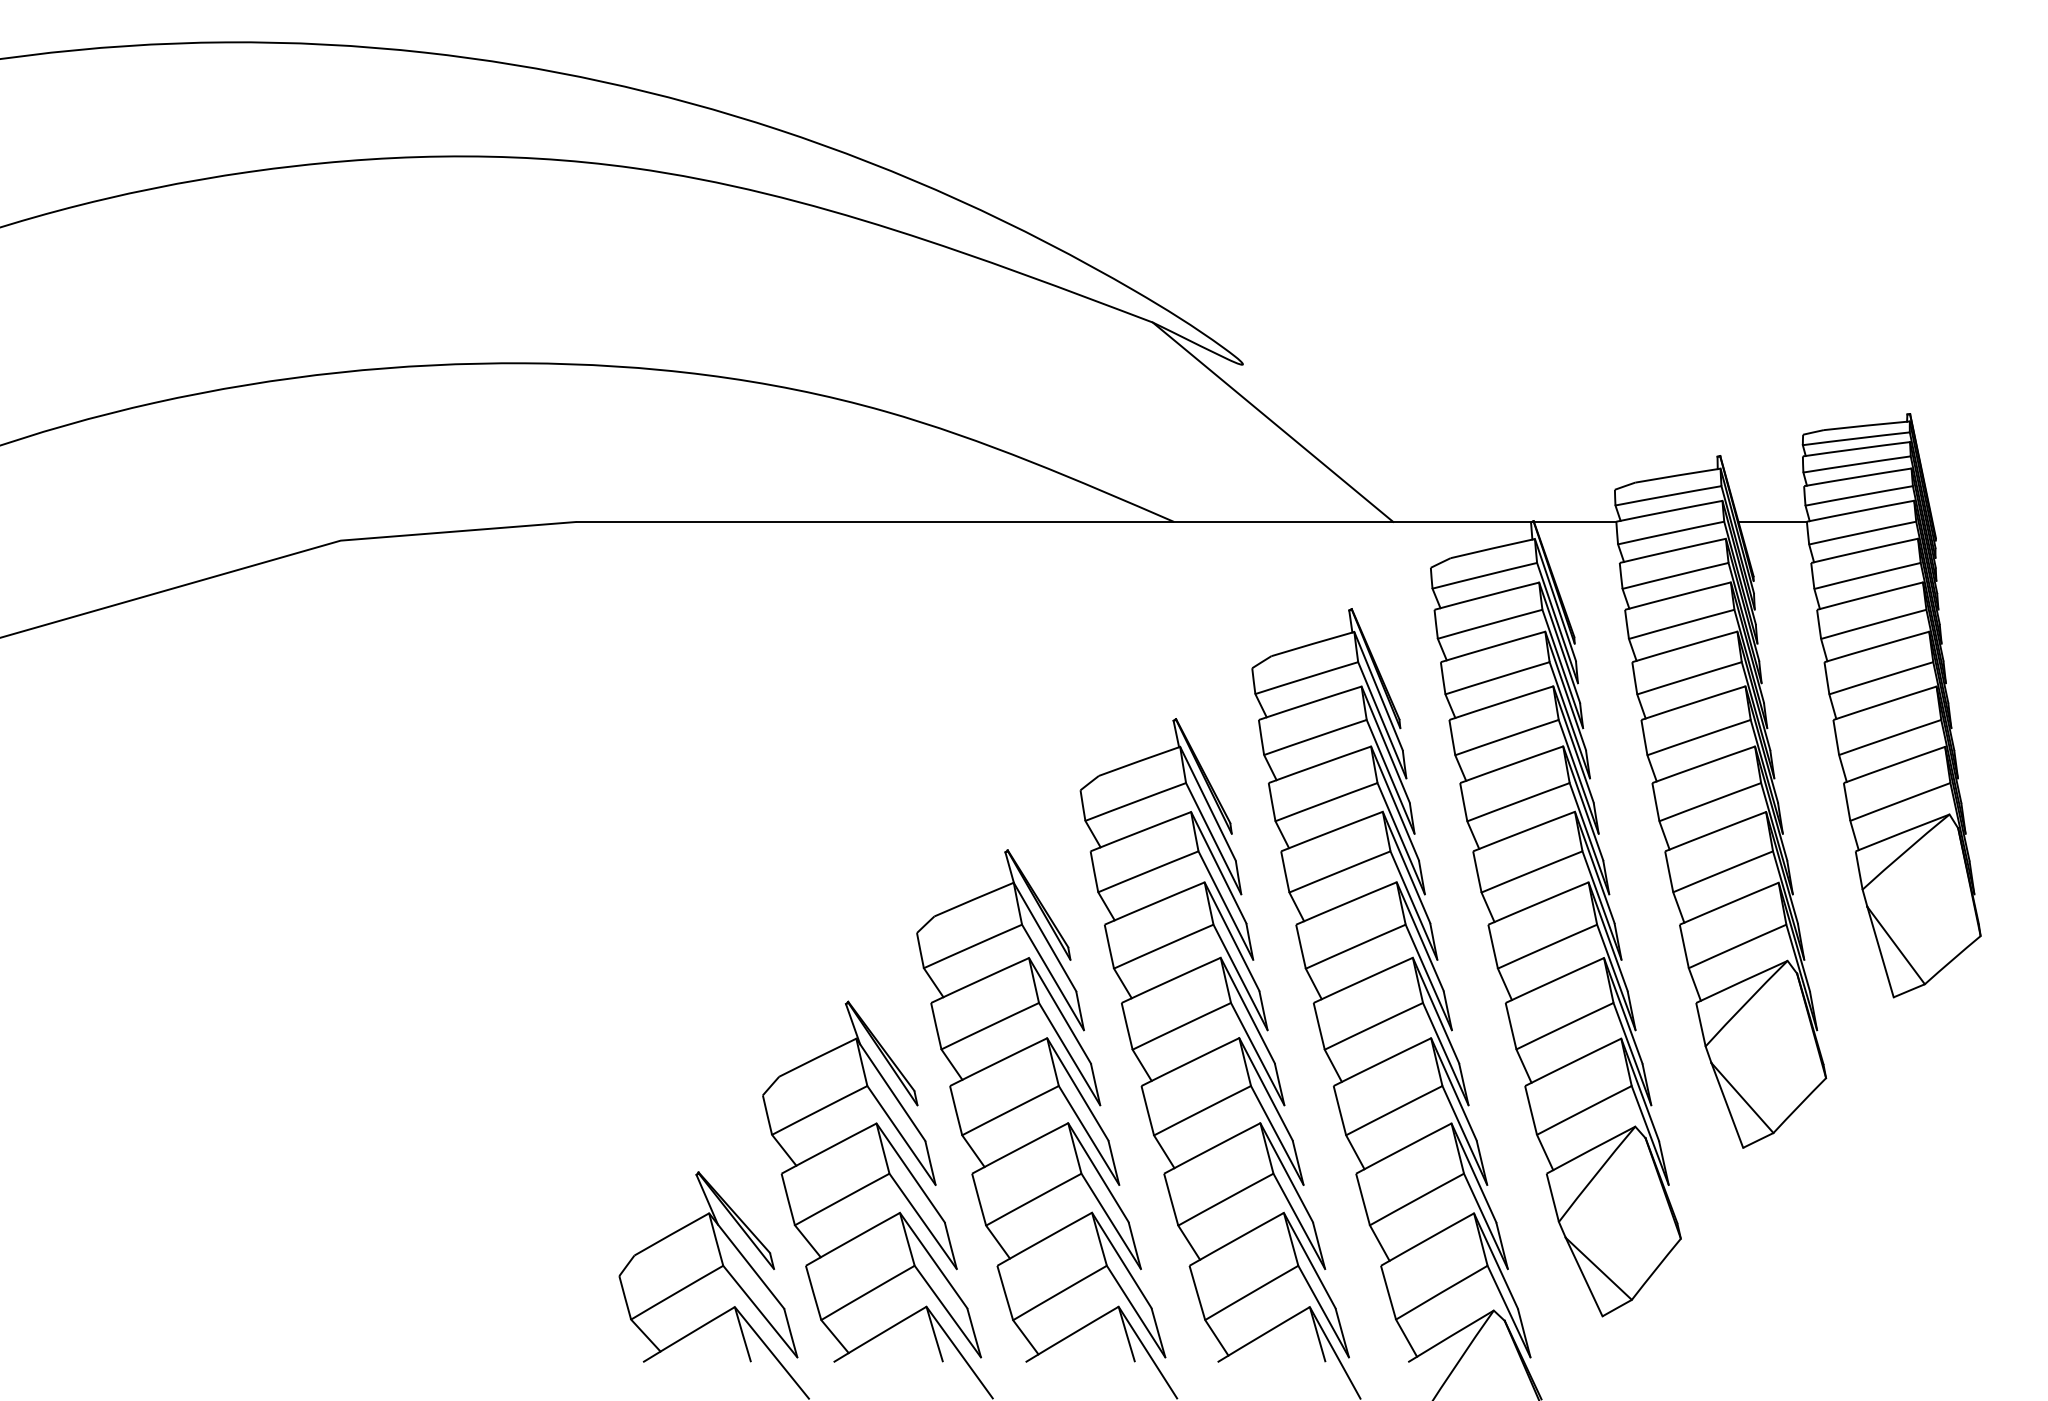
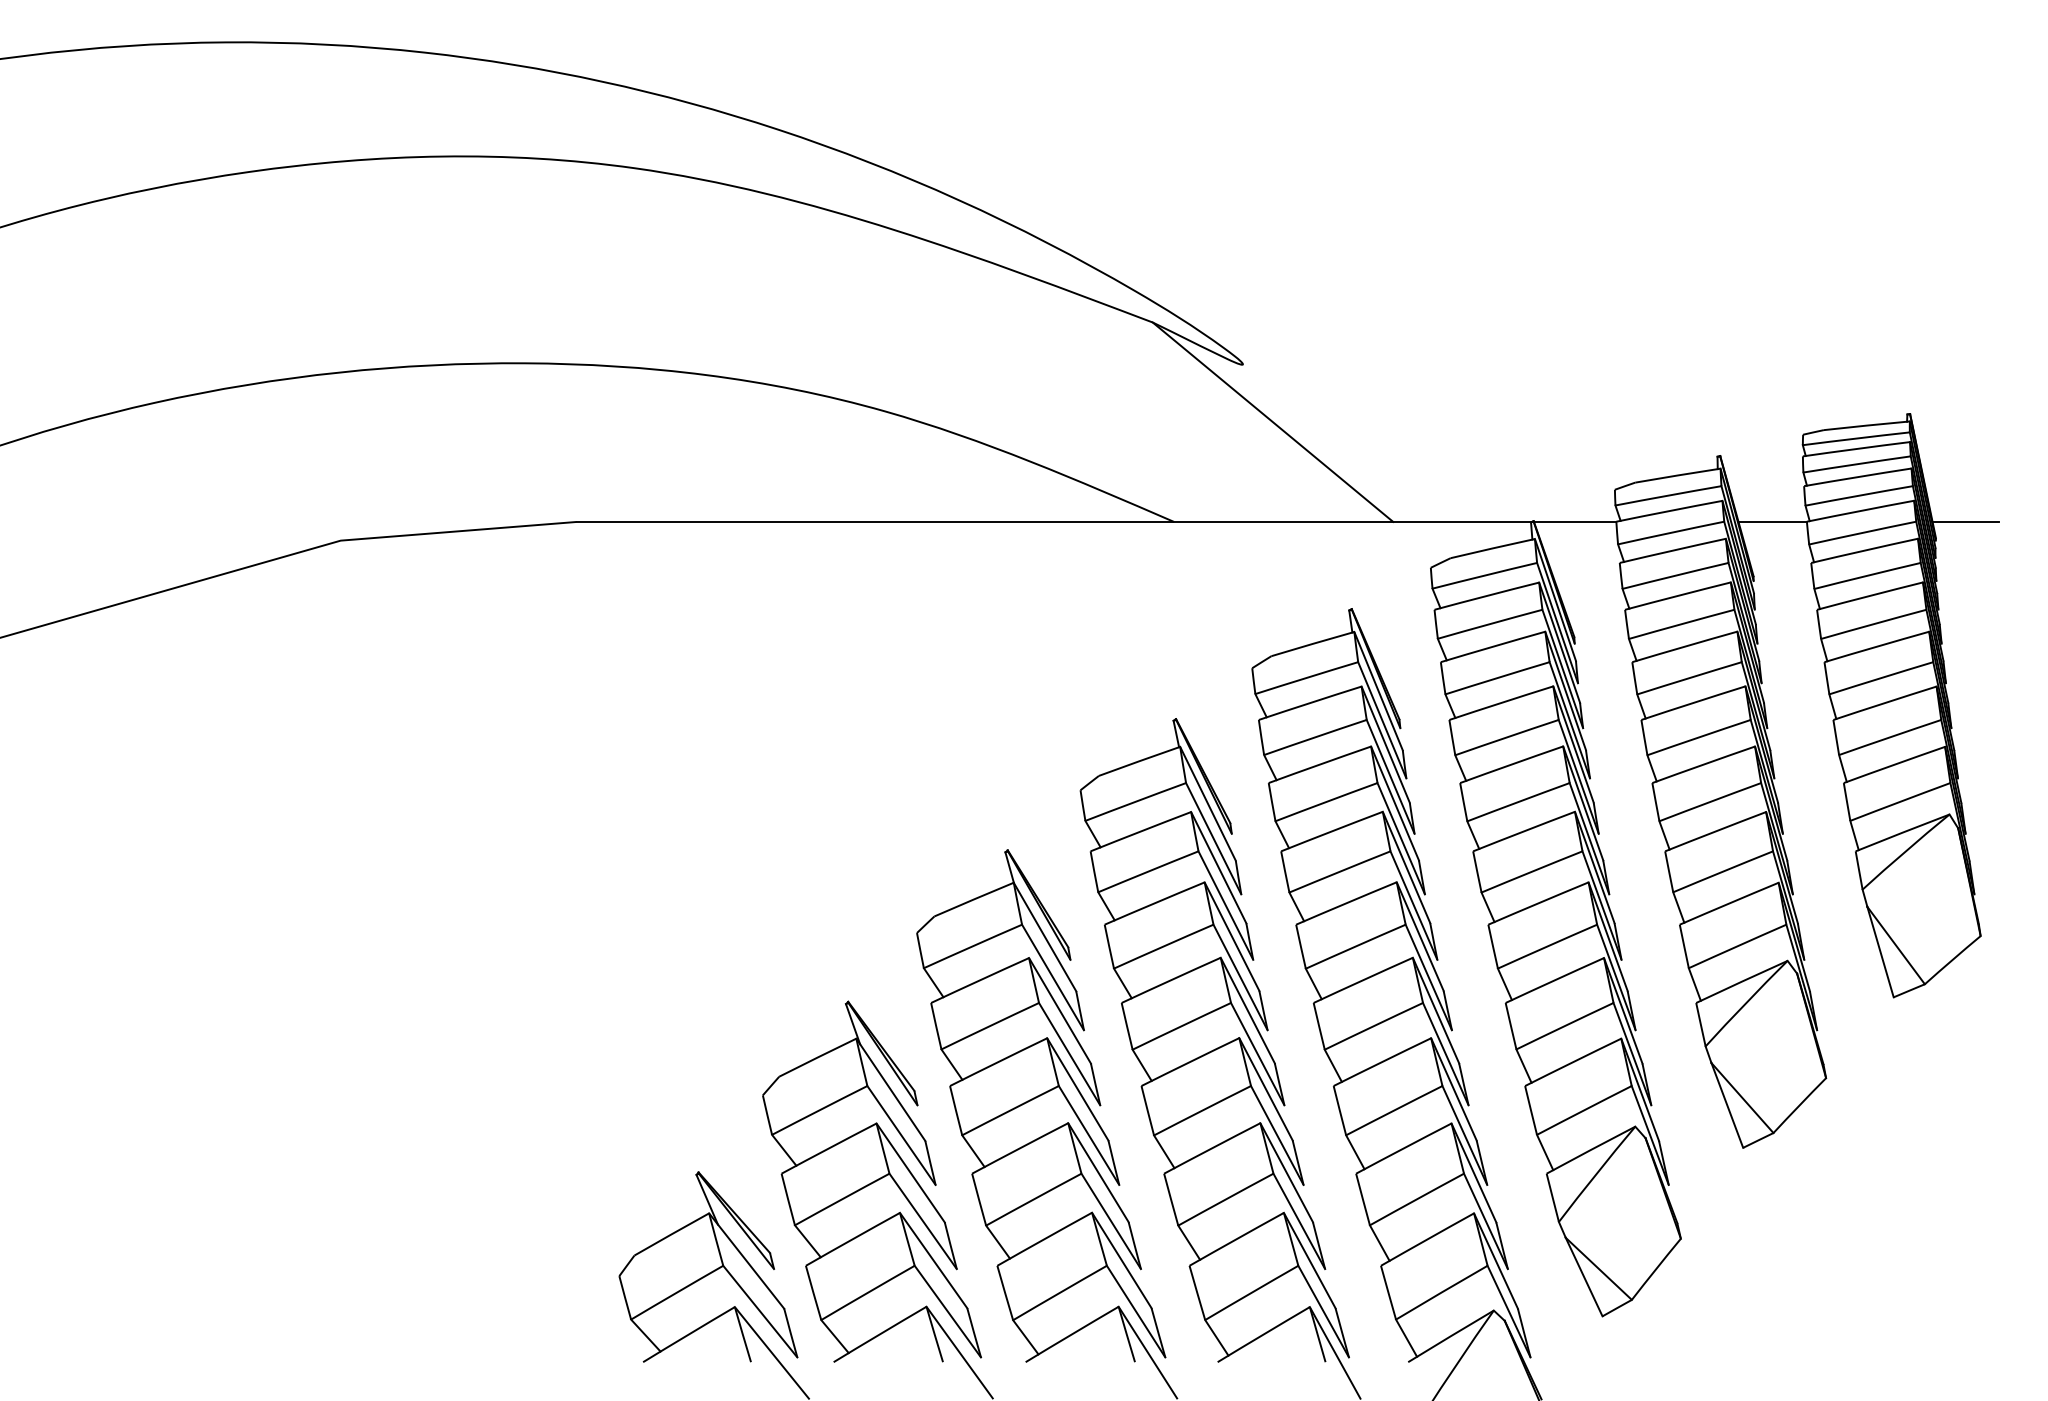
line at (1965, 521): none -> present
